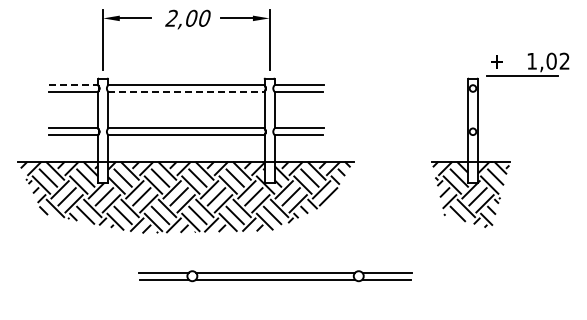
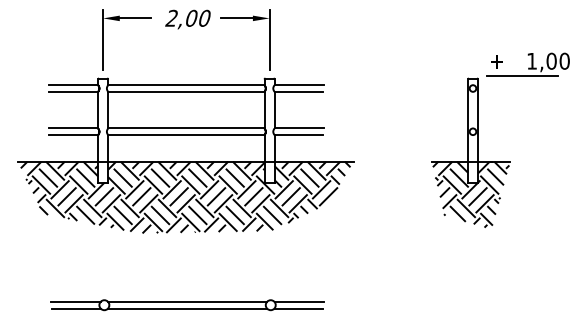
text at (564, 60): 1,02 -> 1,00
line at (73, 85): dashed -> solid
line at (186, 91): dashed -> solid
part at (275, 276) position: (275, 276) -> (187, 305)
